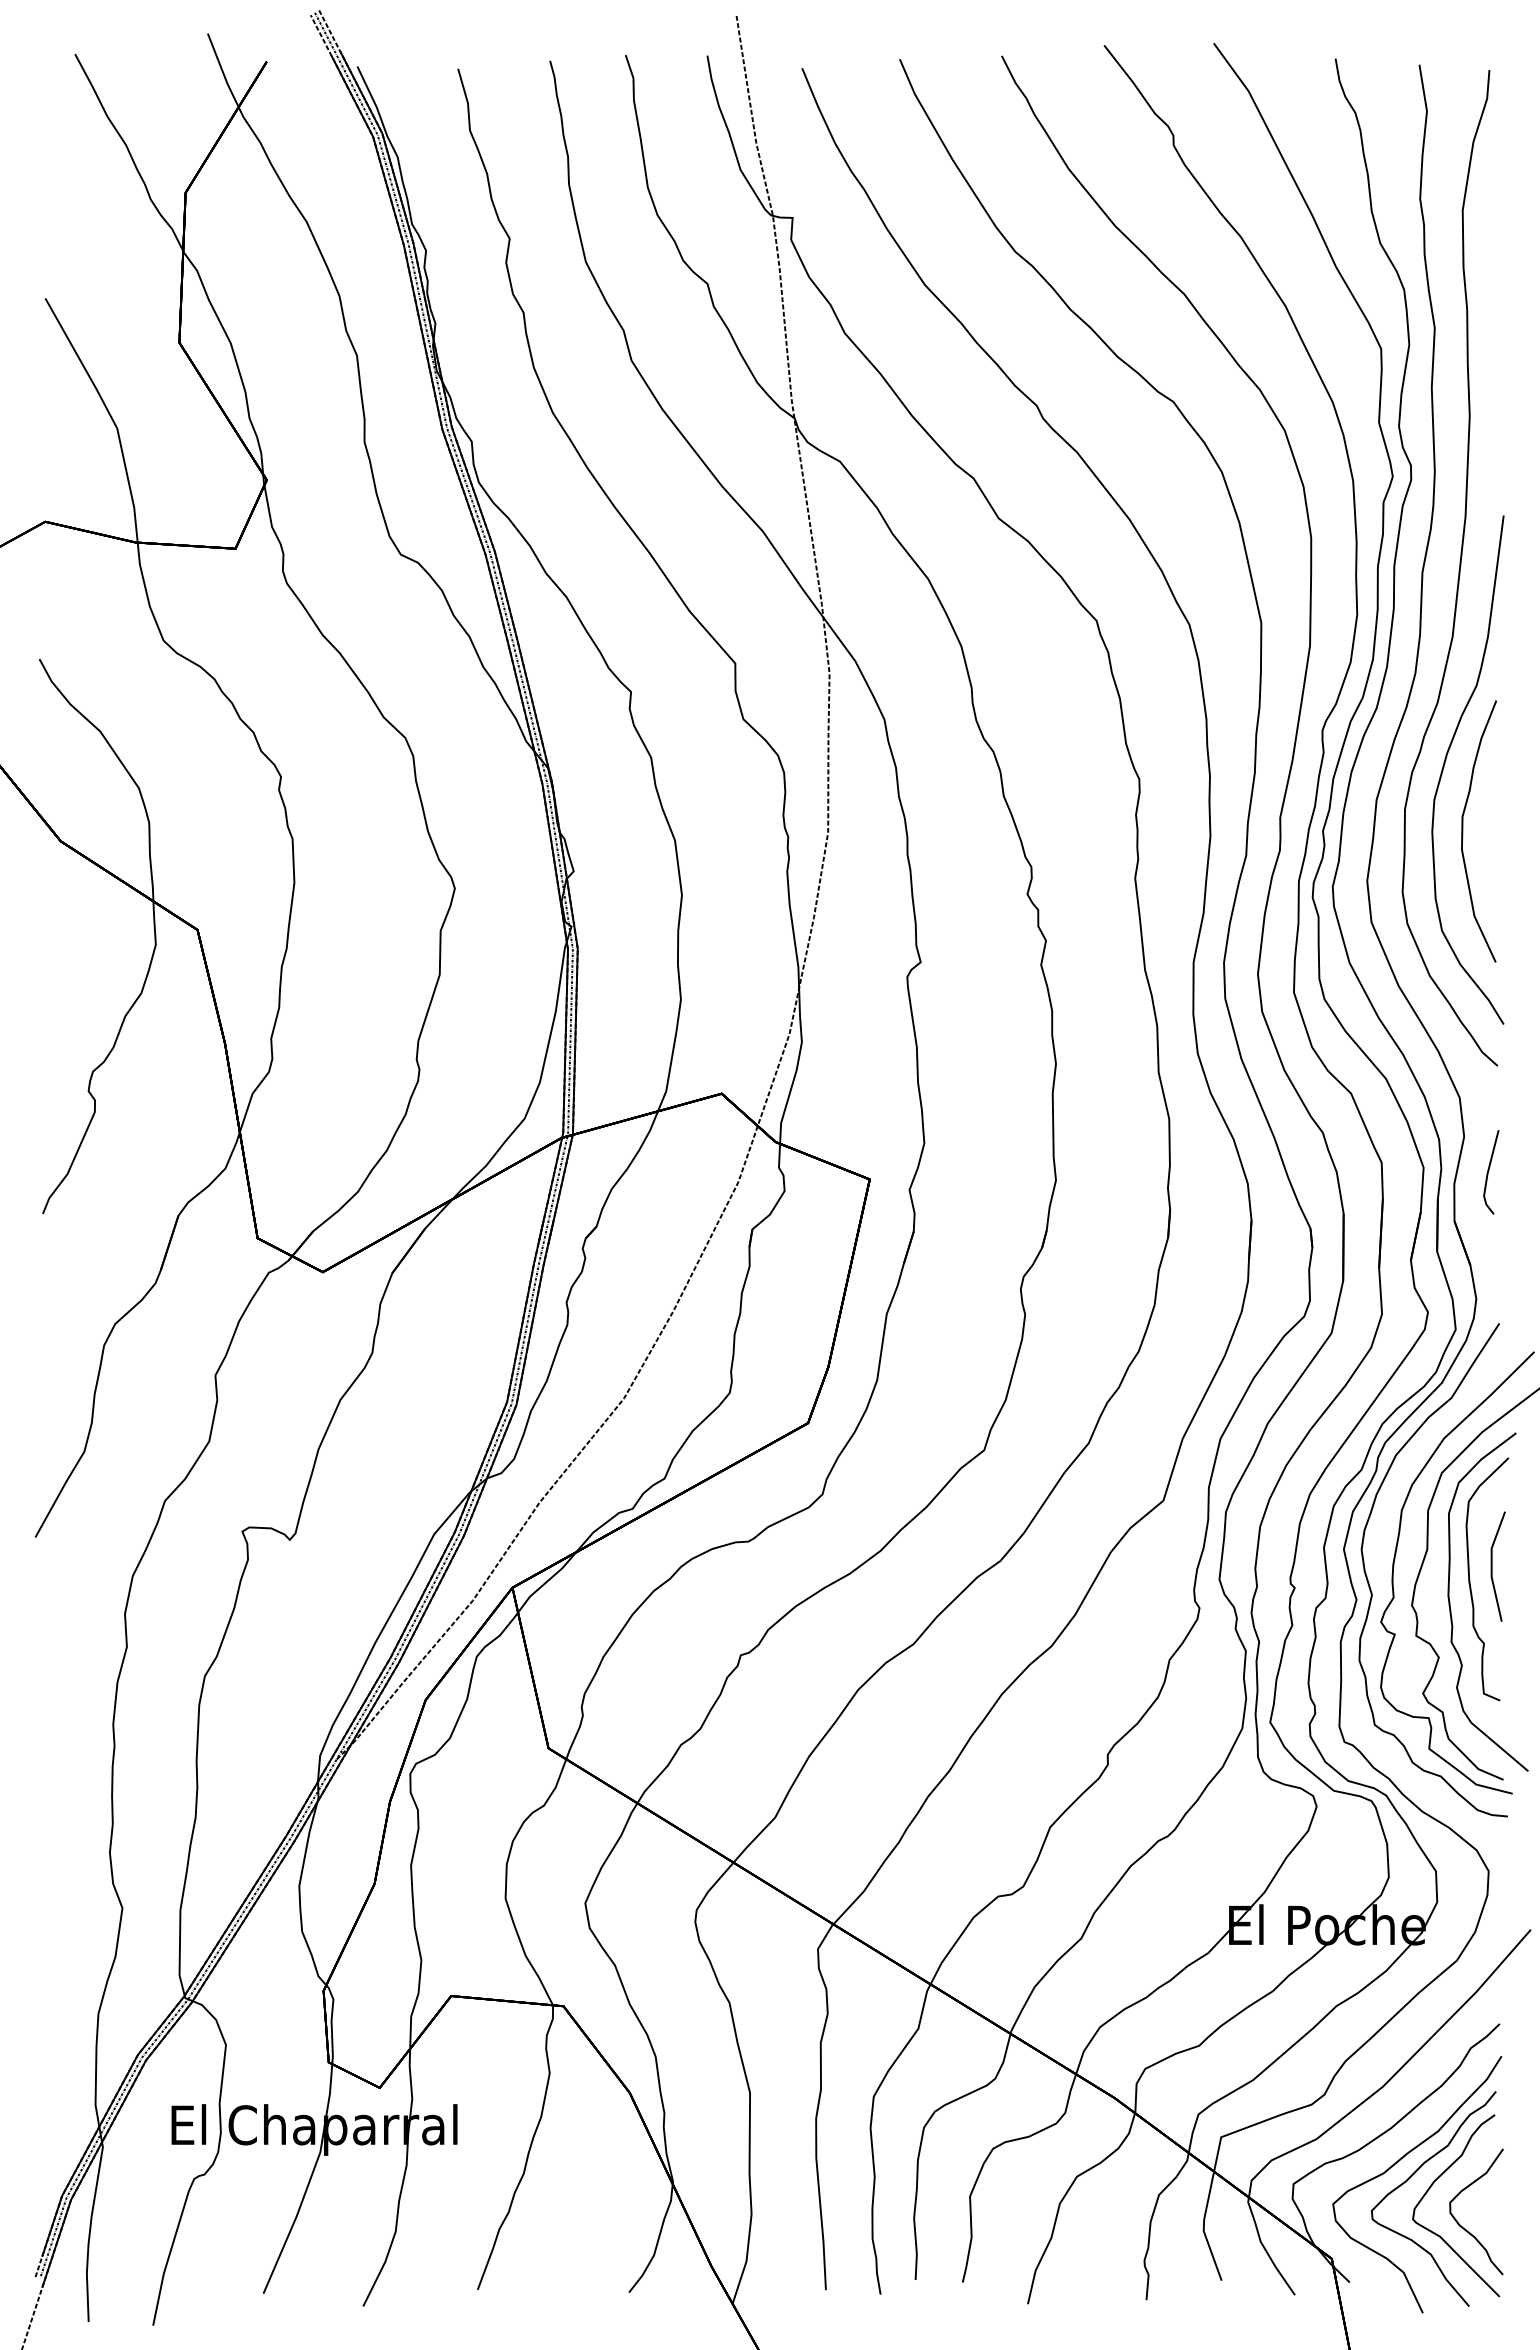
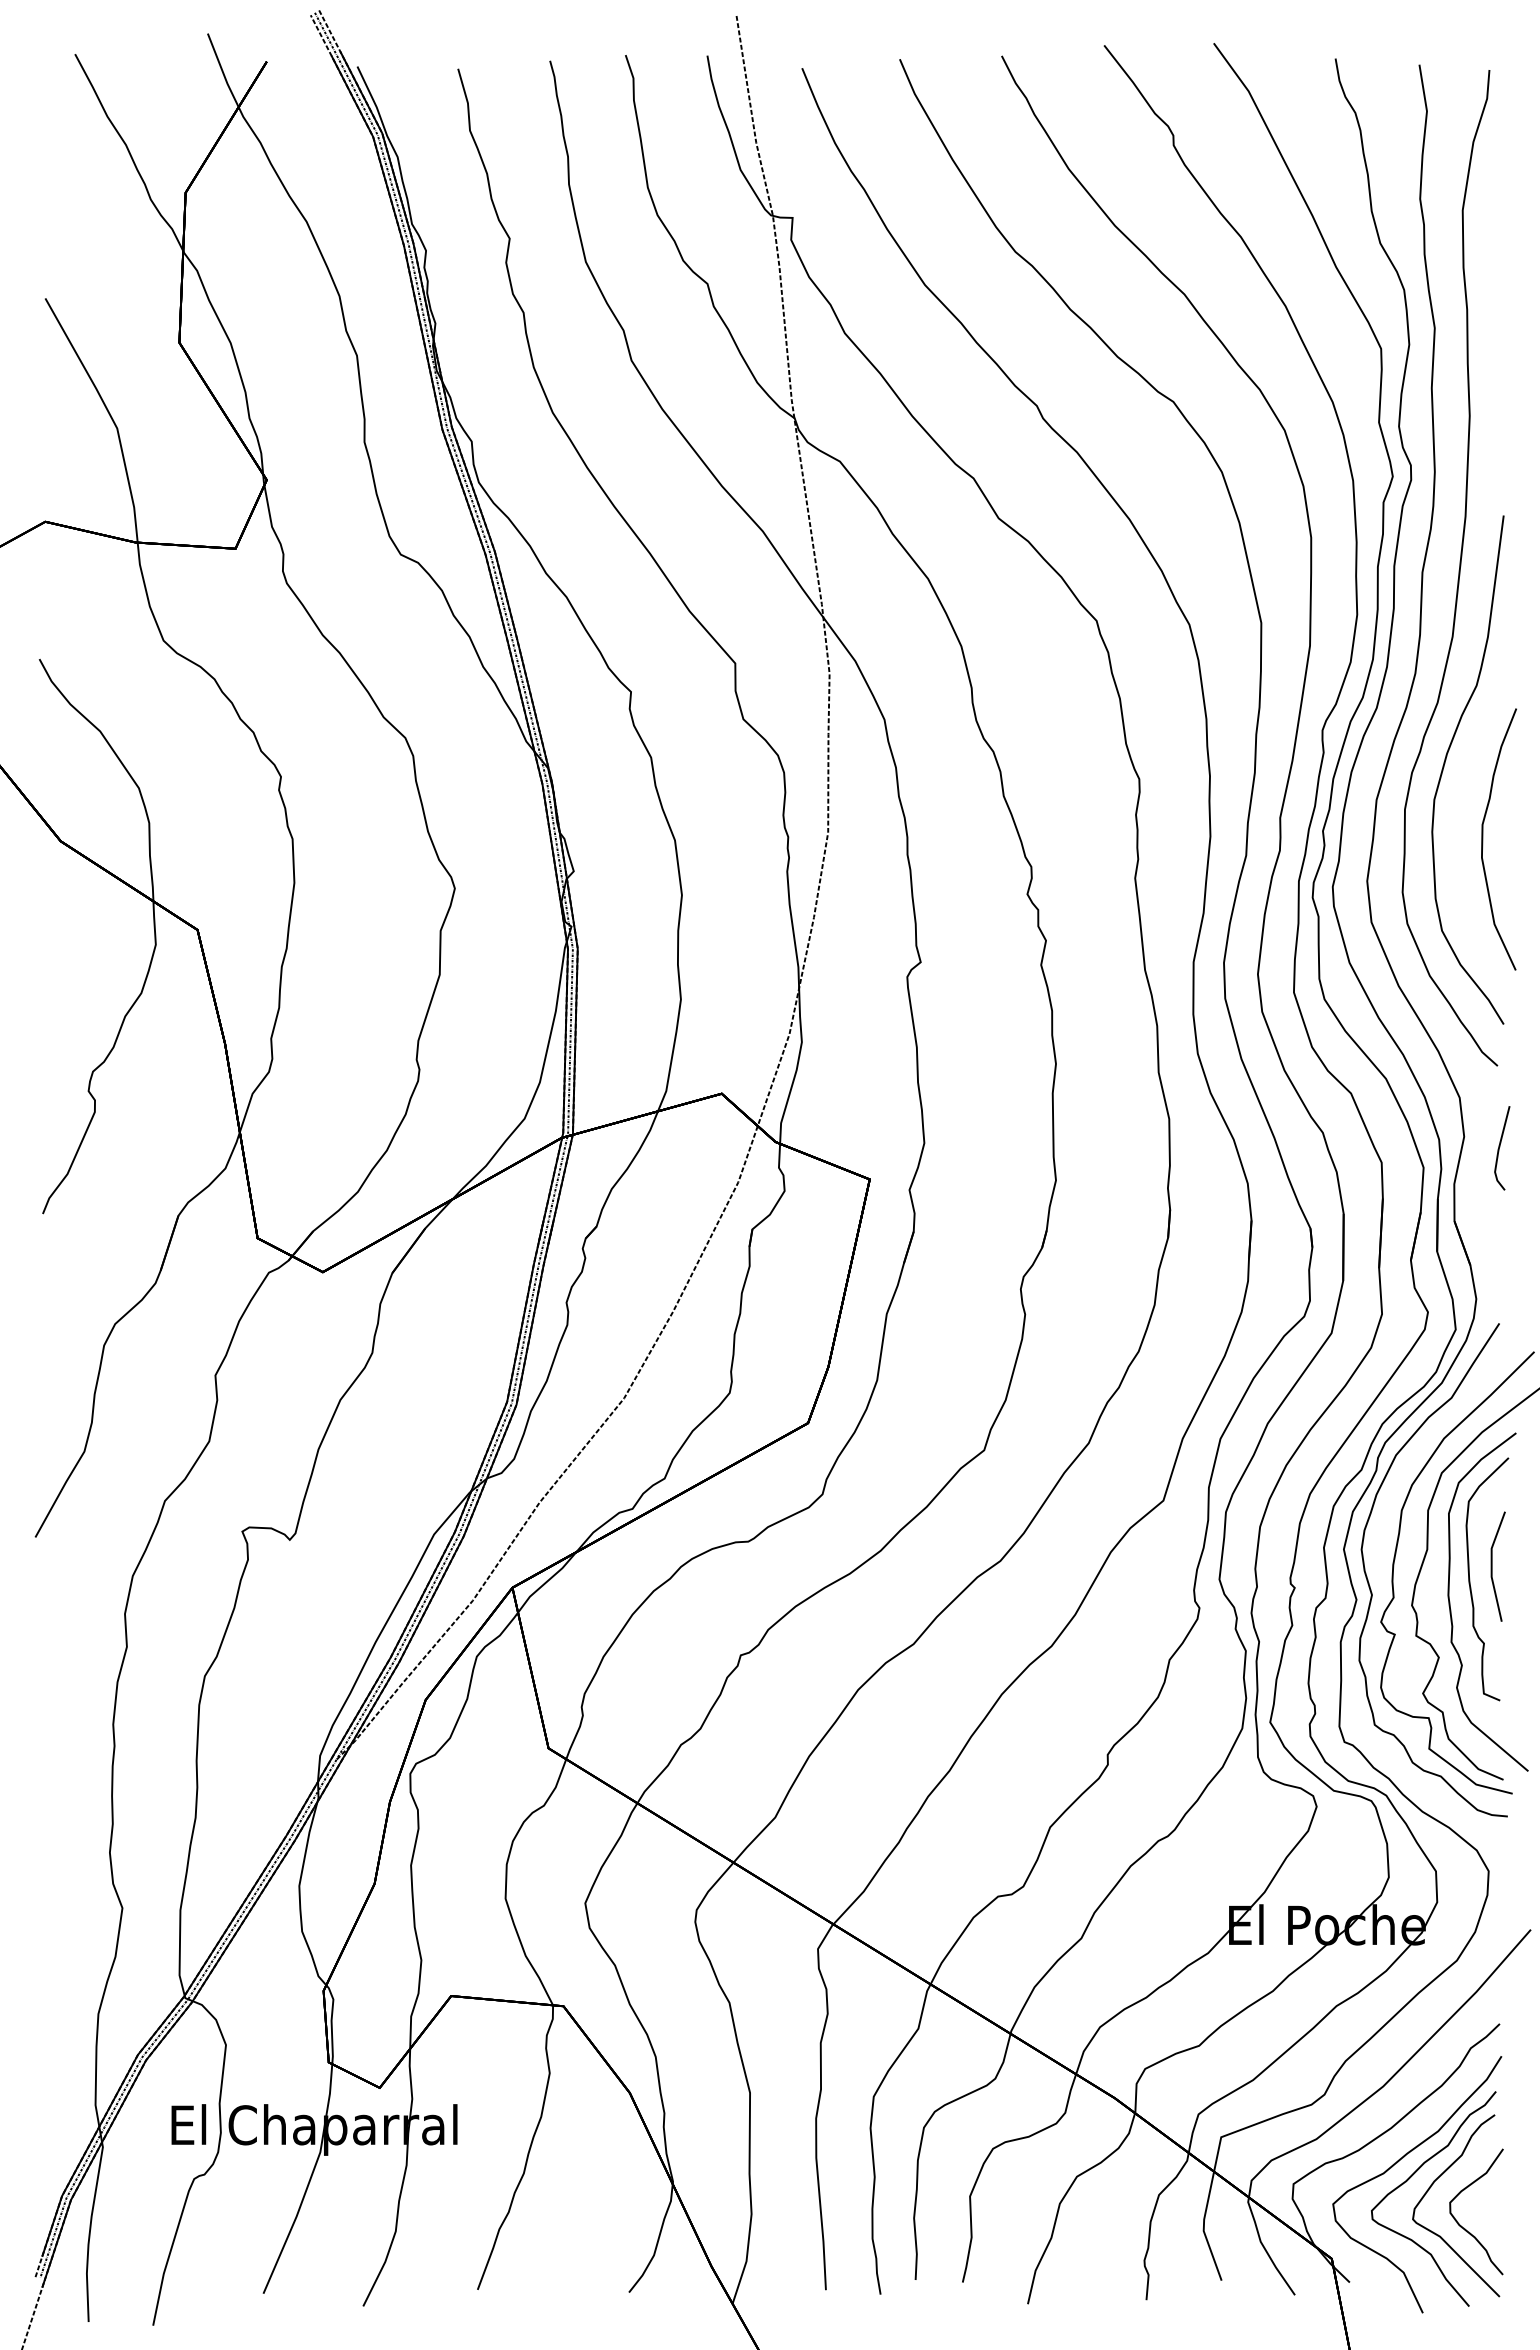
part at (1463, 831) position: (1463, 831) -> (1483, 839)
line at (1489, 1171) position: (1489, 1171) -> (1500, 1147)
